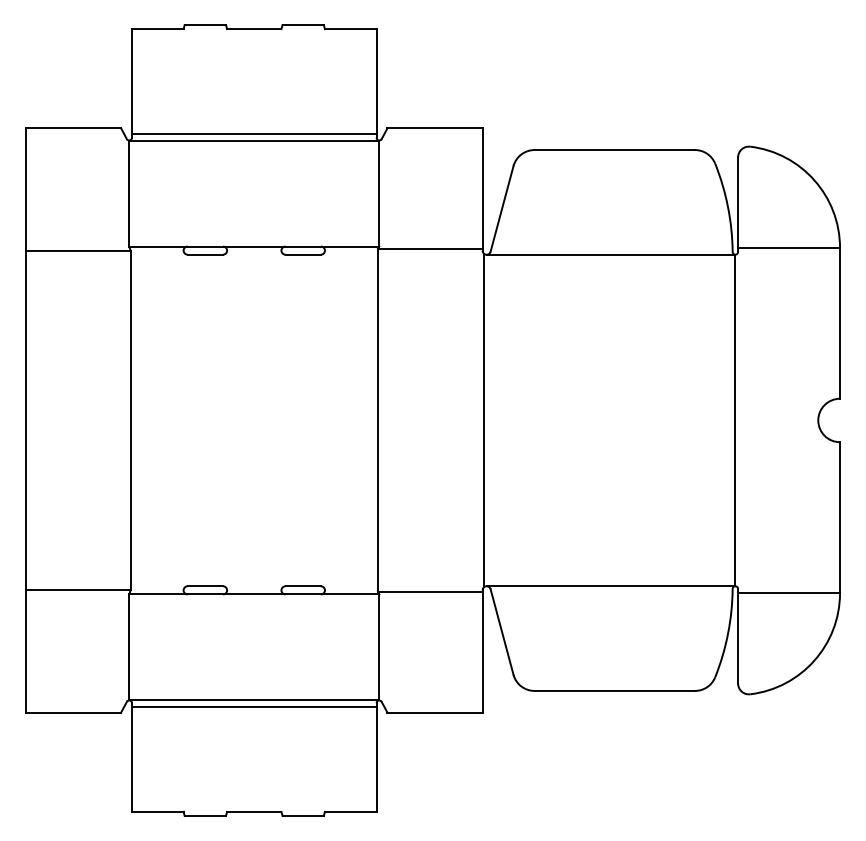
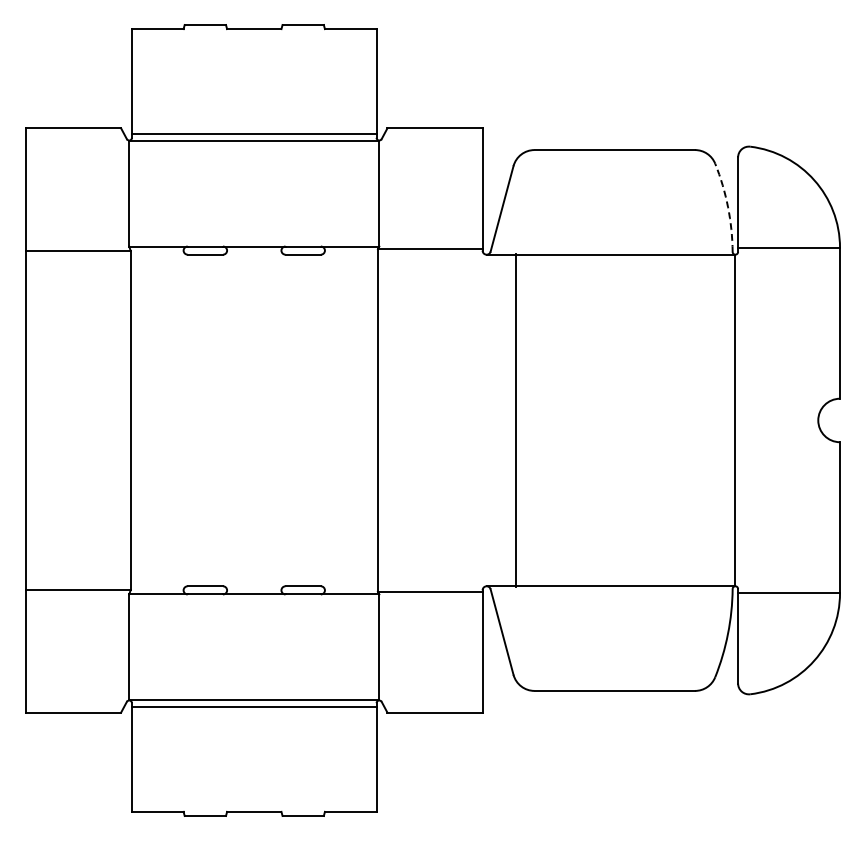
arc at (728, 207): solid -> dashed
line at (483, 420) position: (483, 420) -> (515, 420)
